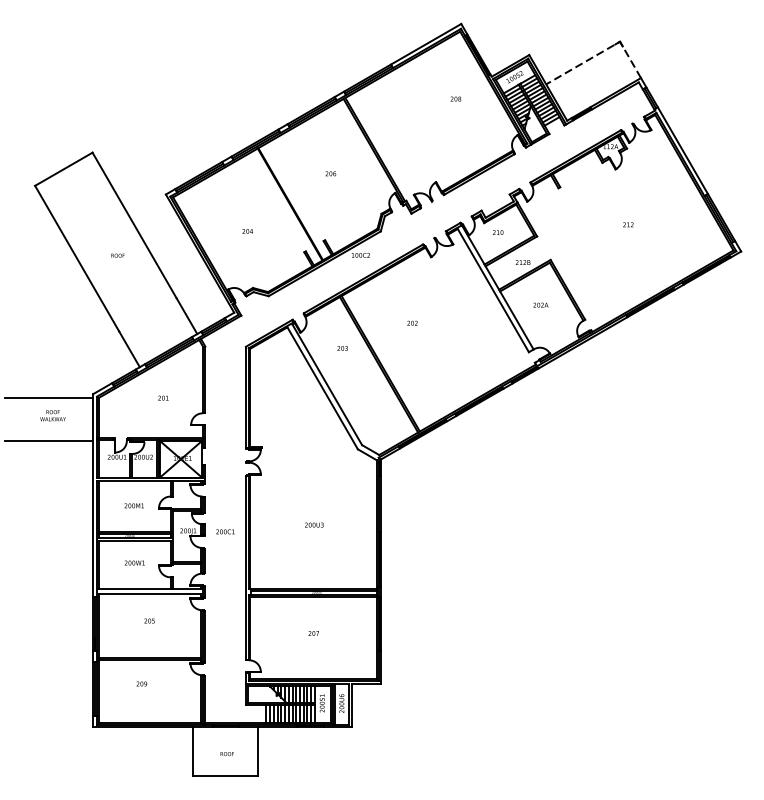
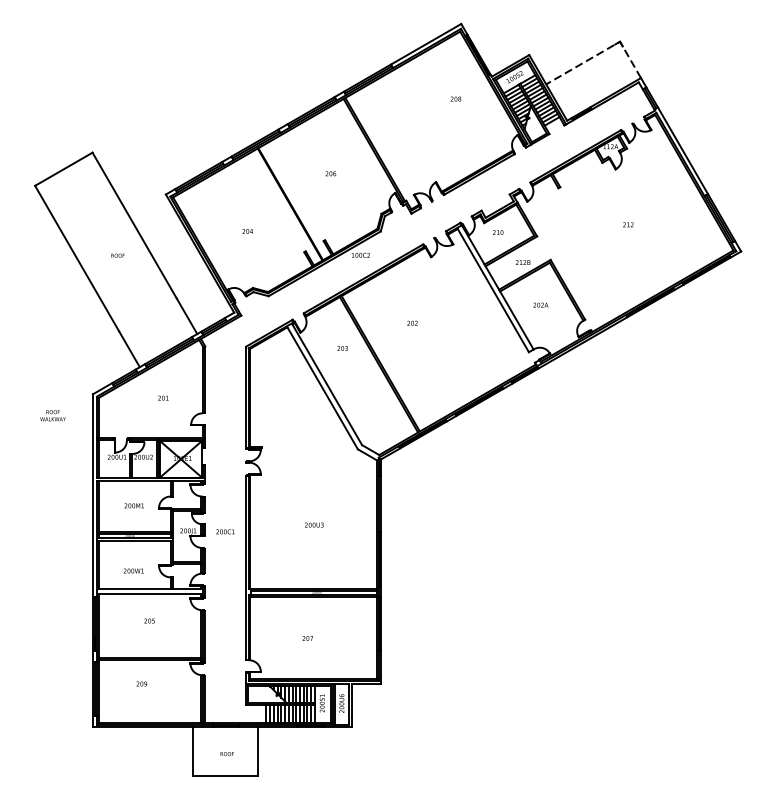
line at (49, 397): present -> none
line at (49, 440): present -> none
text at (134, 562) position: (134, 562) -> (133, 570)
text at (313, 633) position: (313, 633) -> (307, 638)
